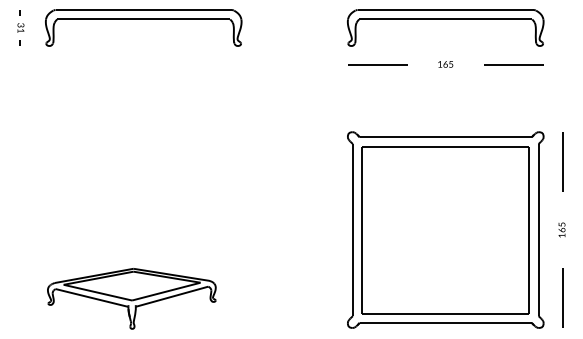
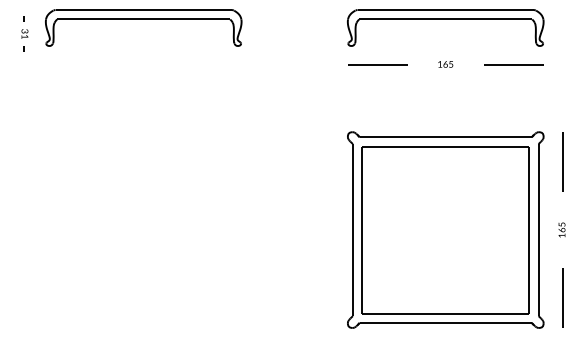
part at (20, 27) position: (20, 27) -> (24, 33)
part at (131, 298): present -> none
